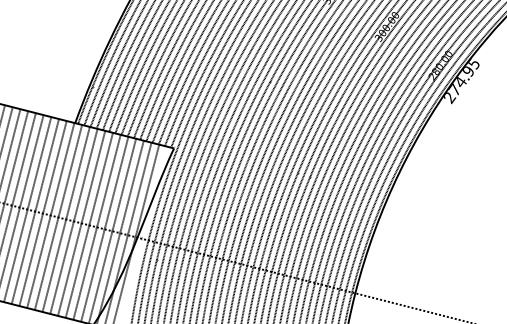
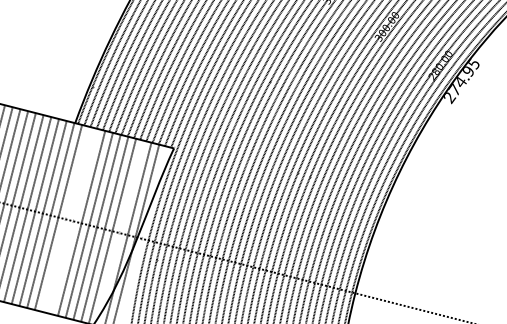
line at (65, 218): present -> none
line at (73, 220): present -> none
line at (120, 230): present -> none
